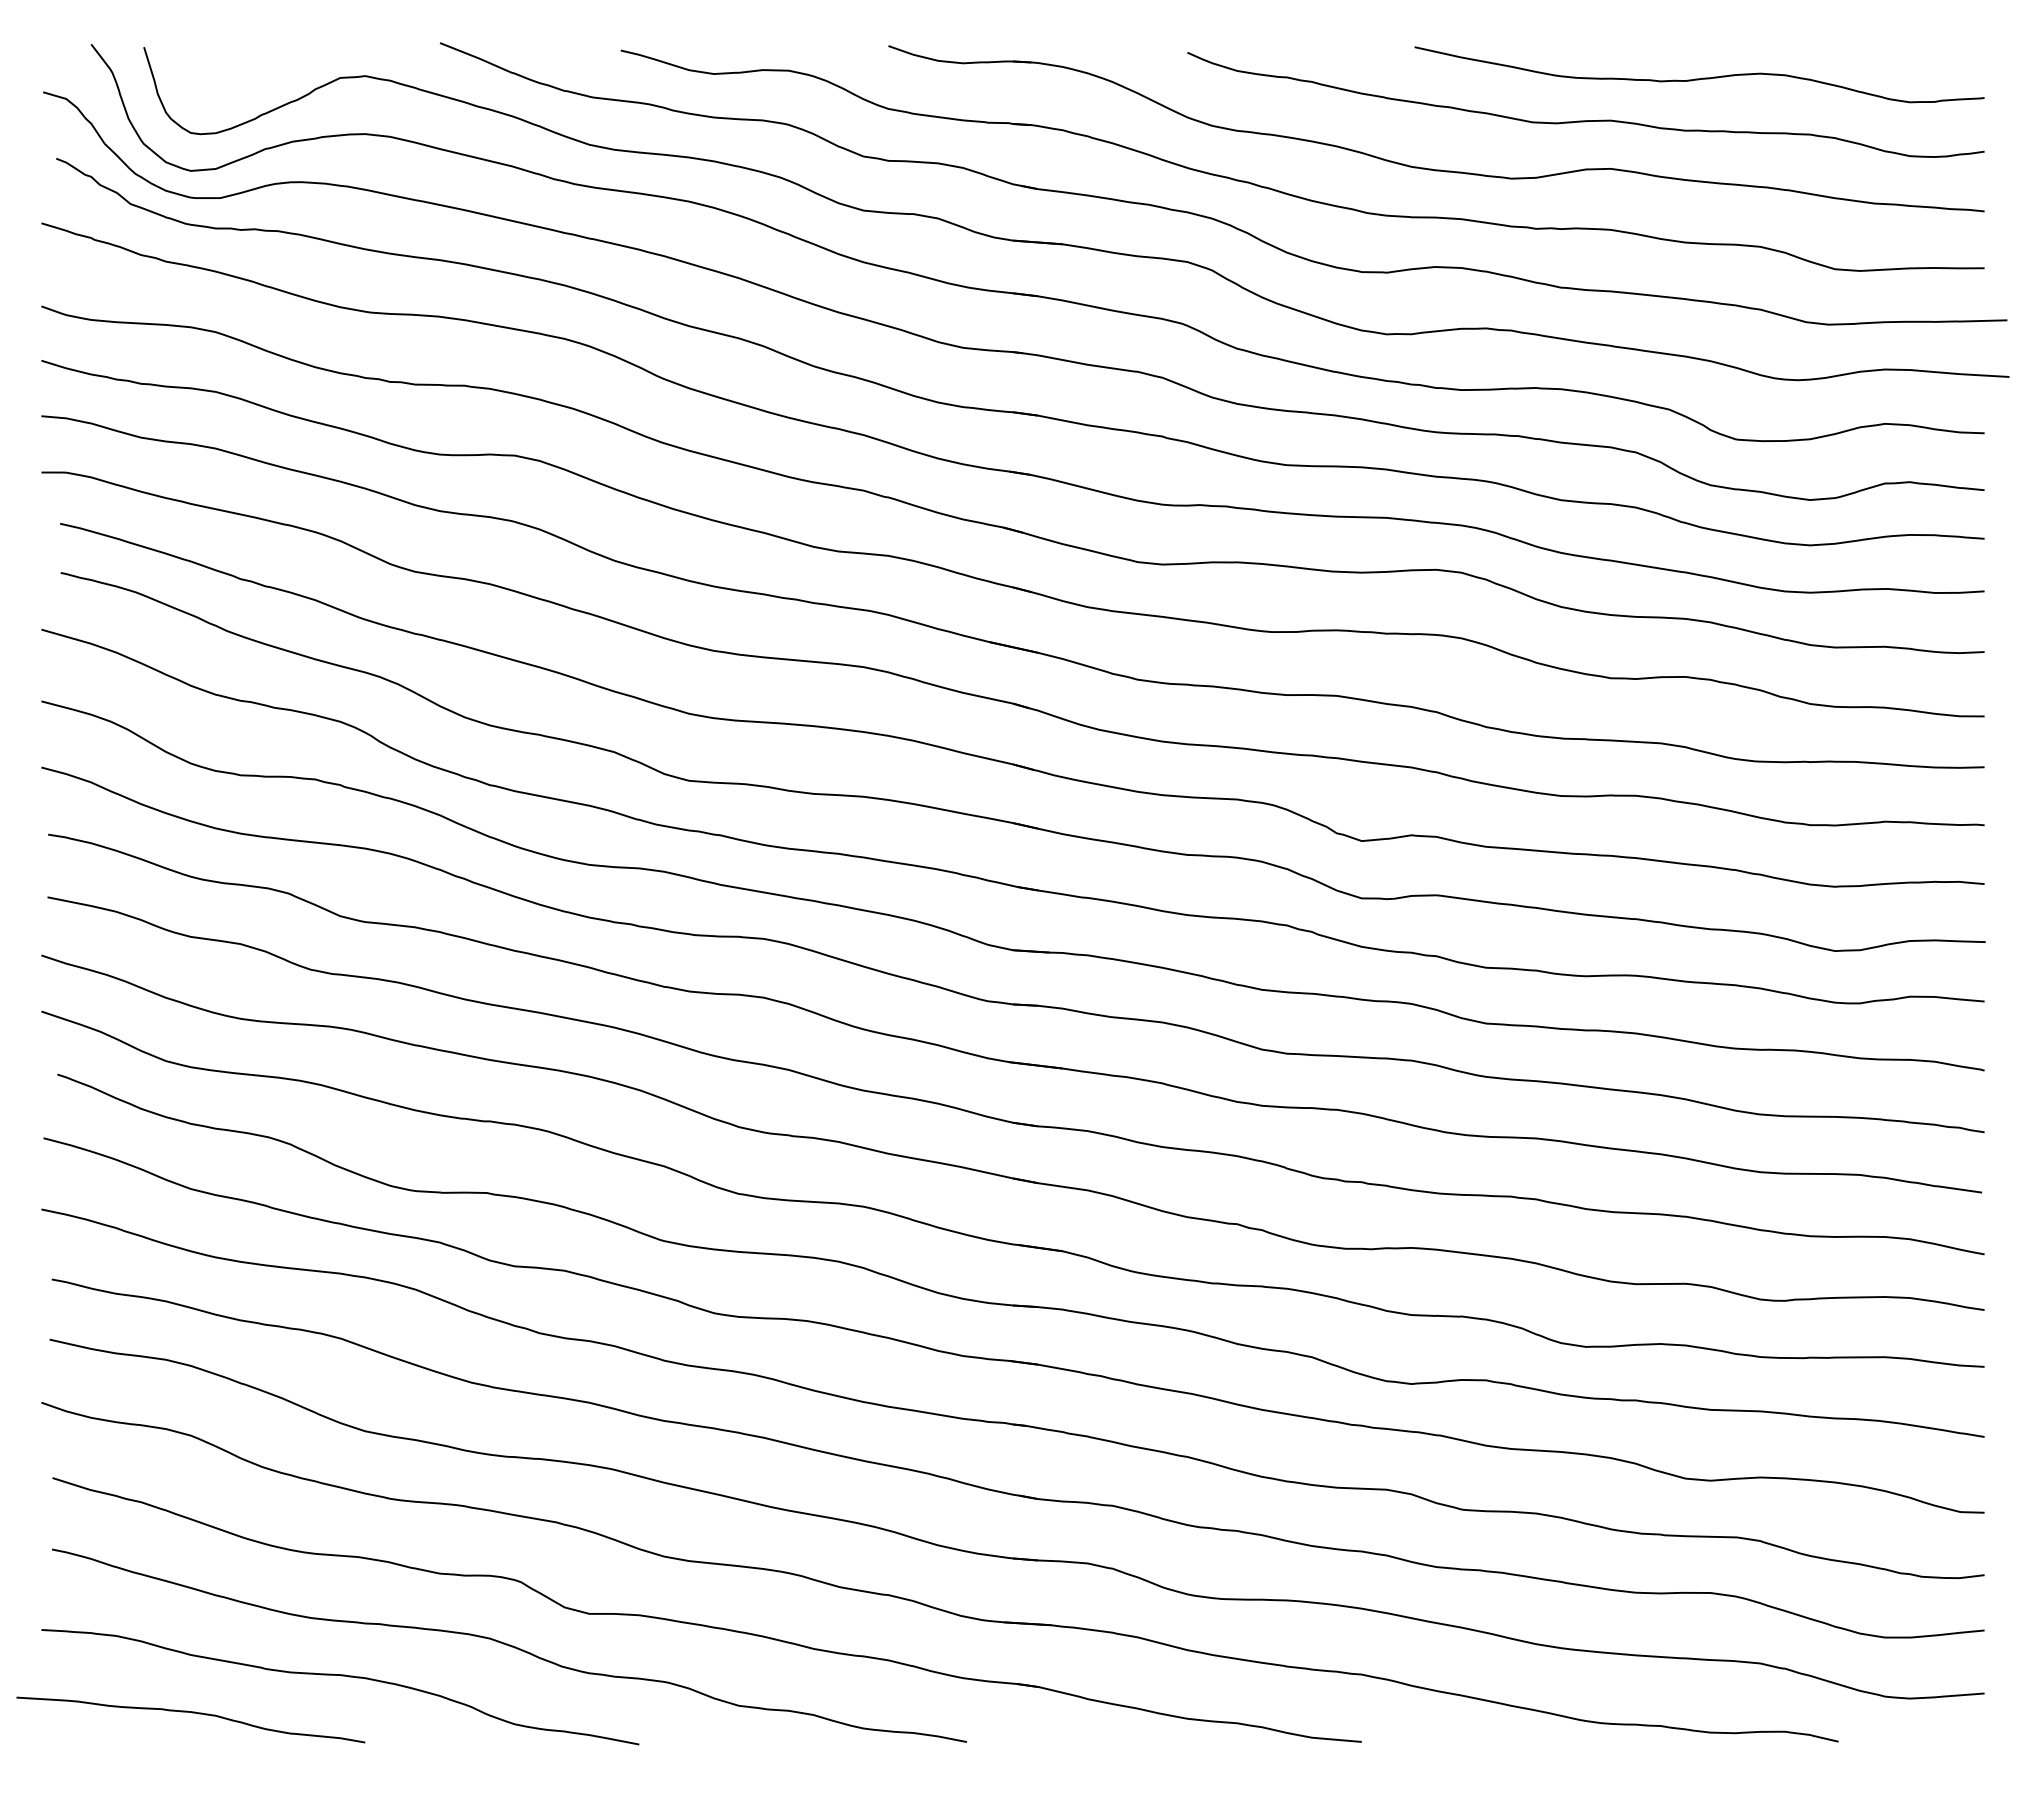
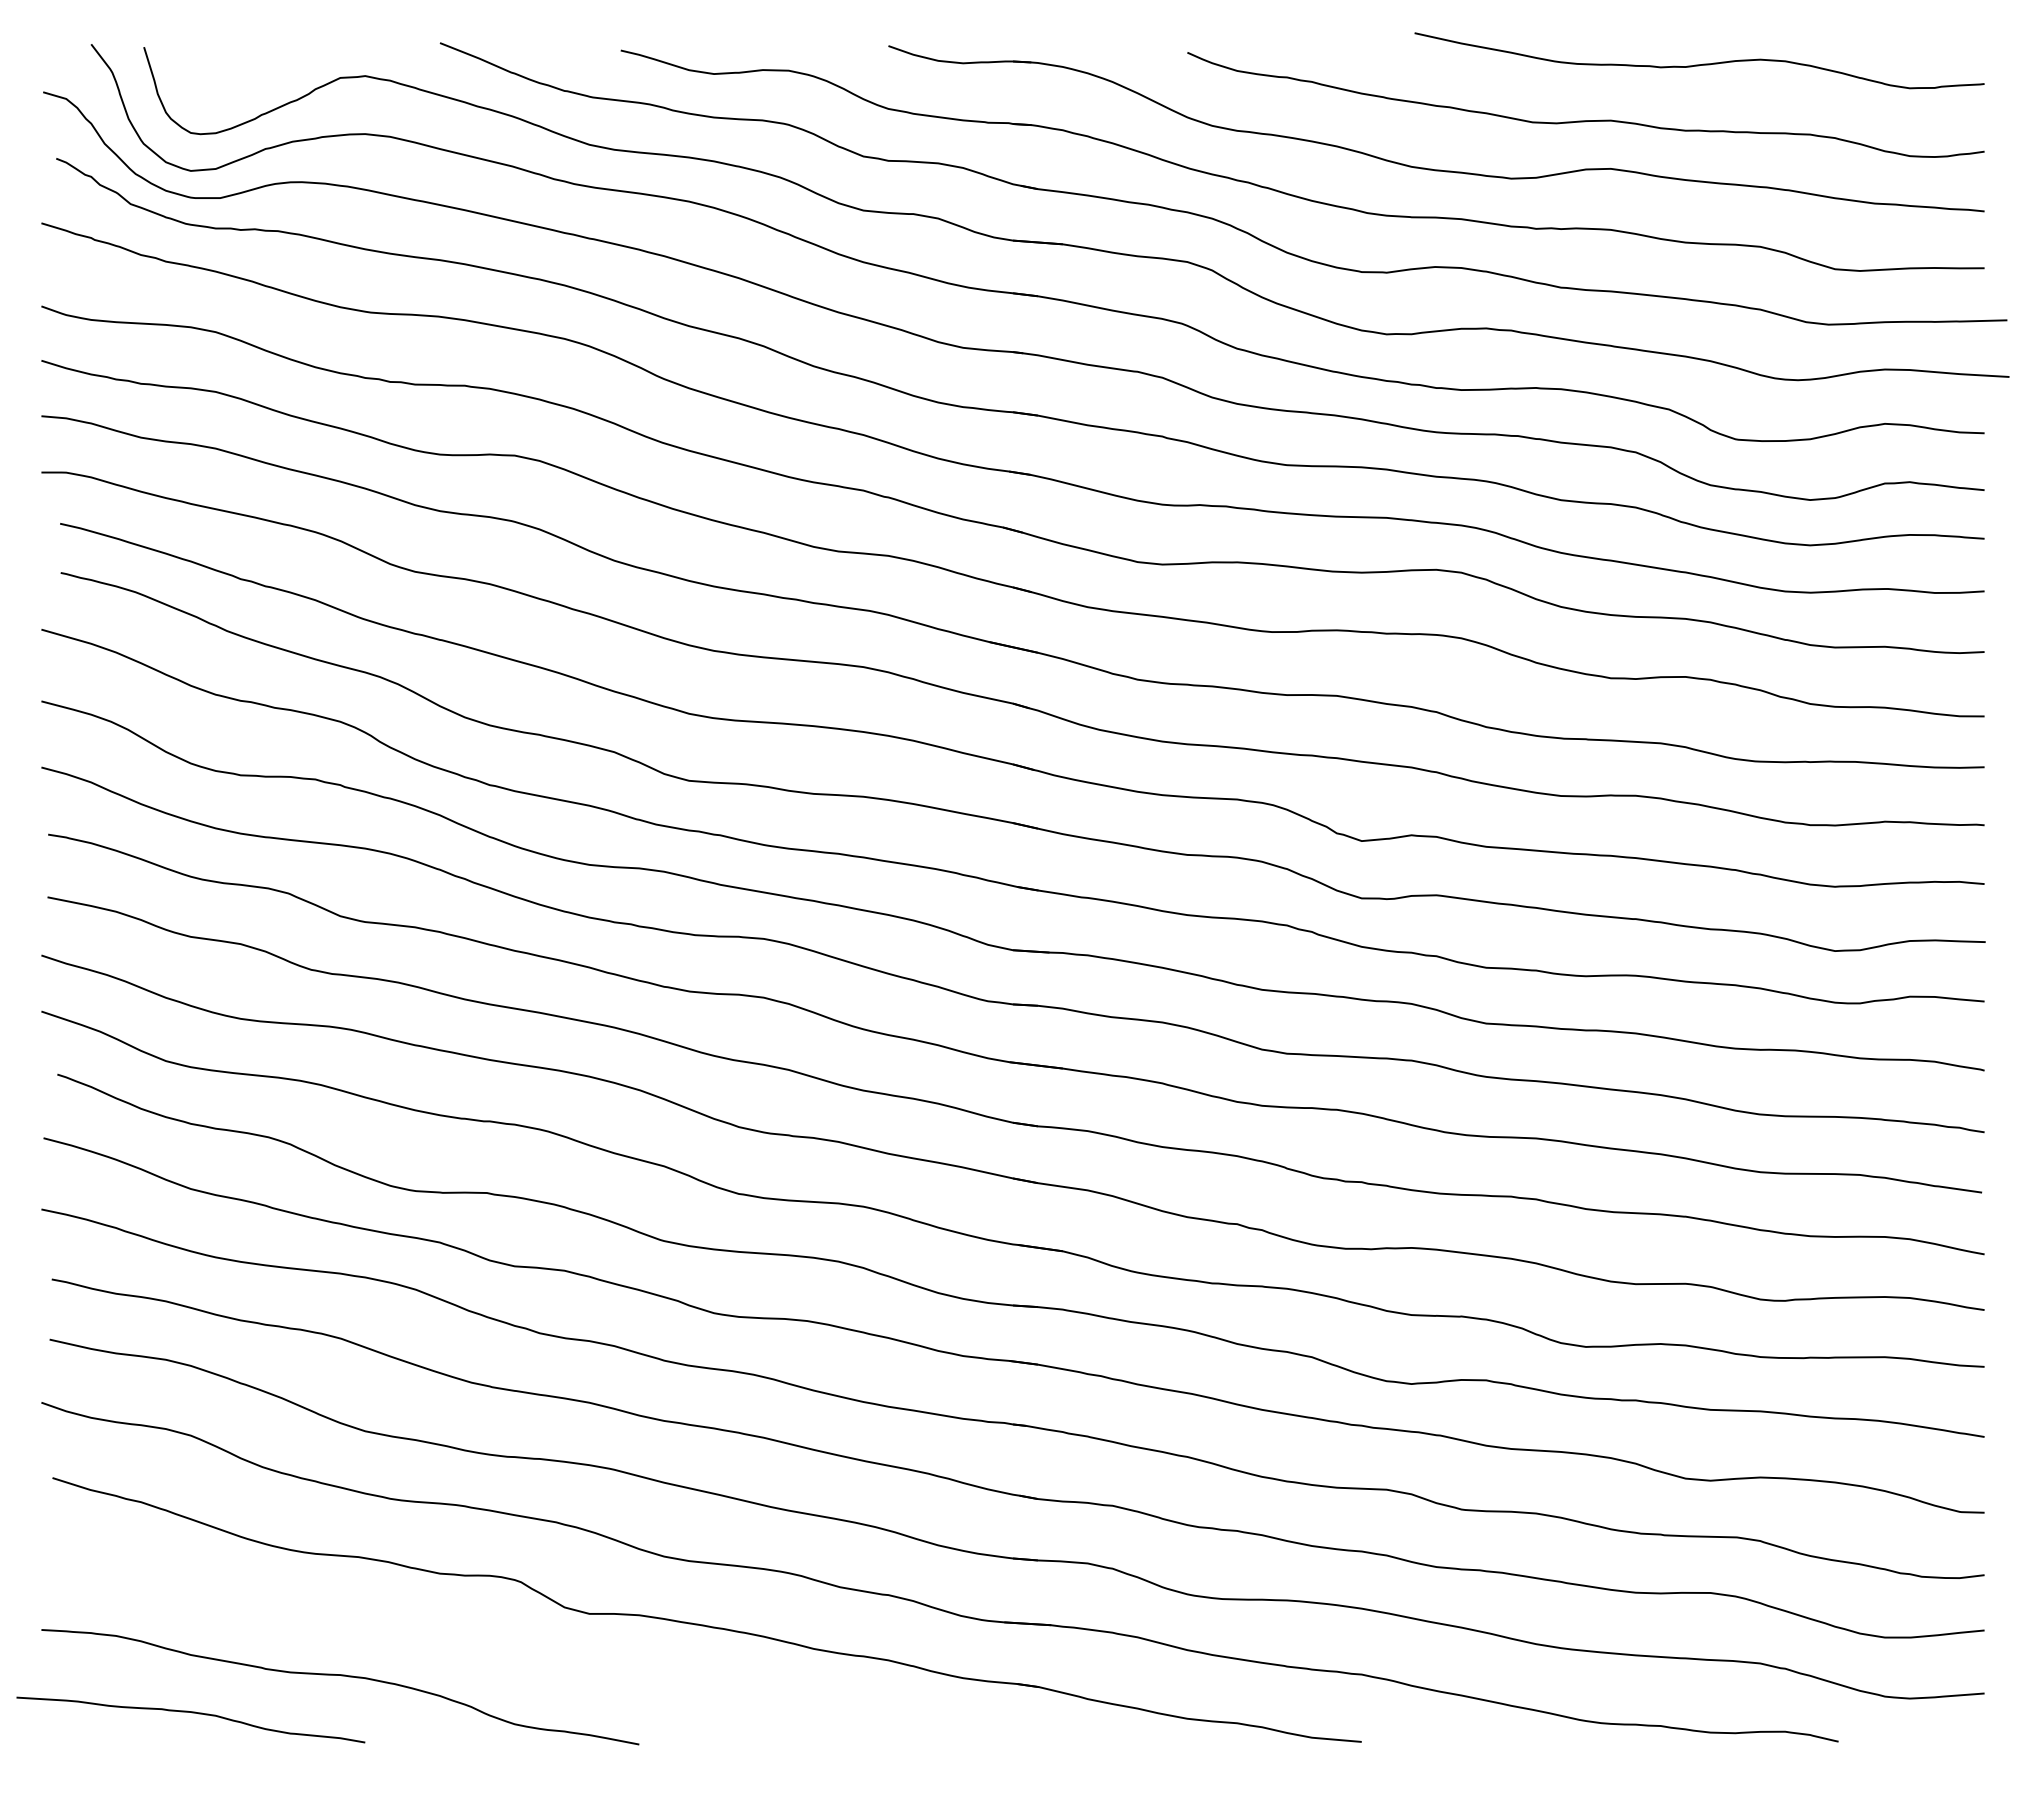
curve at (1699, 78) position: (1699, 78) -> (1699, 64)
curve at (509, 1645): present -> none
